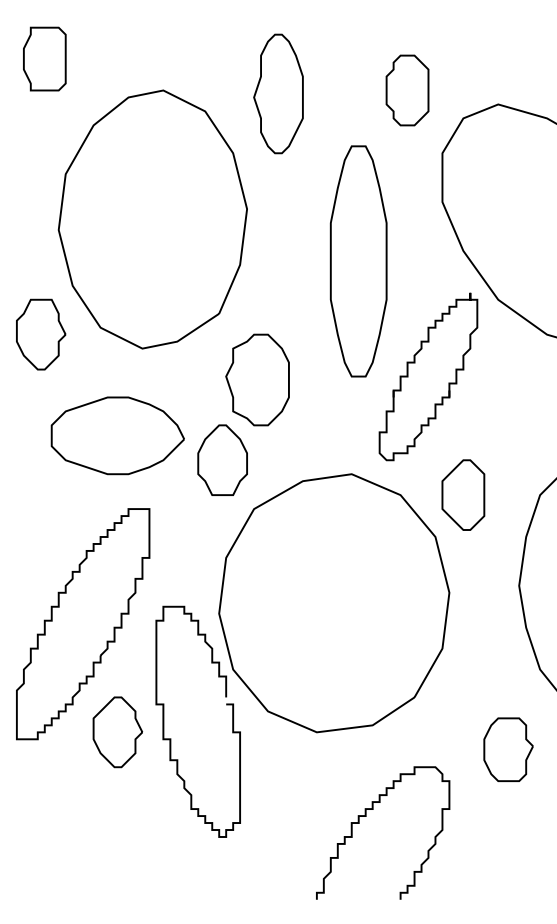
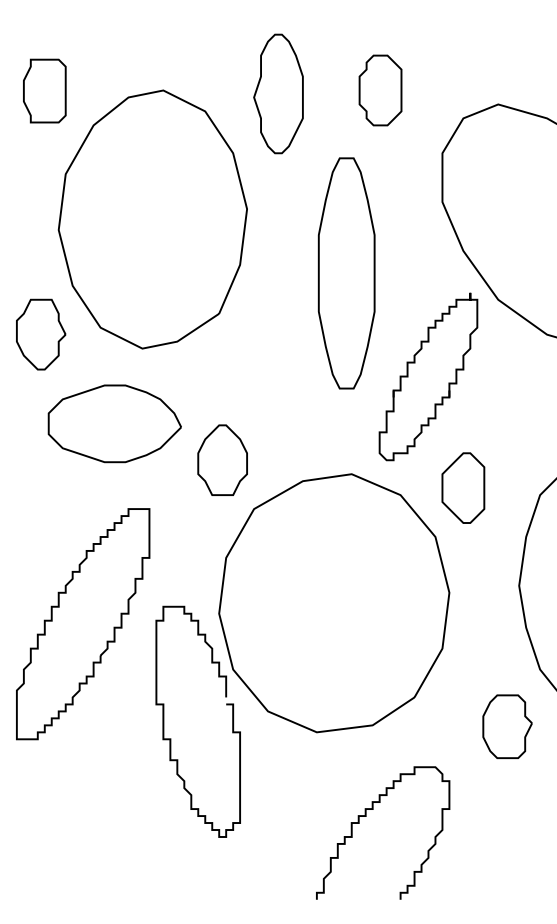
part at (44, 58) position: (44, 58) -> (44, 90)
part at (407, 90) position: (407, 90) -> (380, 90)
part at (358, 261) position: (358, 261) -> (346, 273)
part at (257, 379): present -> none
part at (117, 435) position: (117, 435) -> (114, 423)
part at (463, 494) position: (463, 494) -> (463, 487)
part at (117, 732): present -> none
part at (508, 749) position: (508, 749) -> (507, 726)
